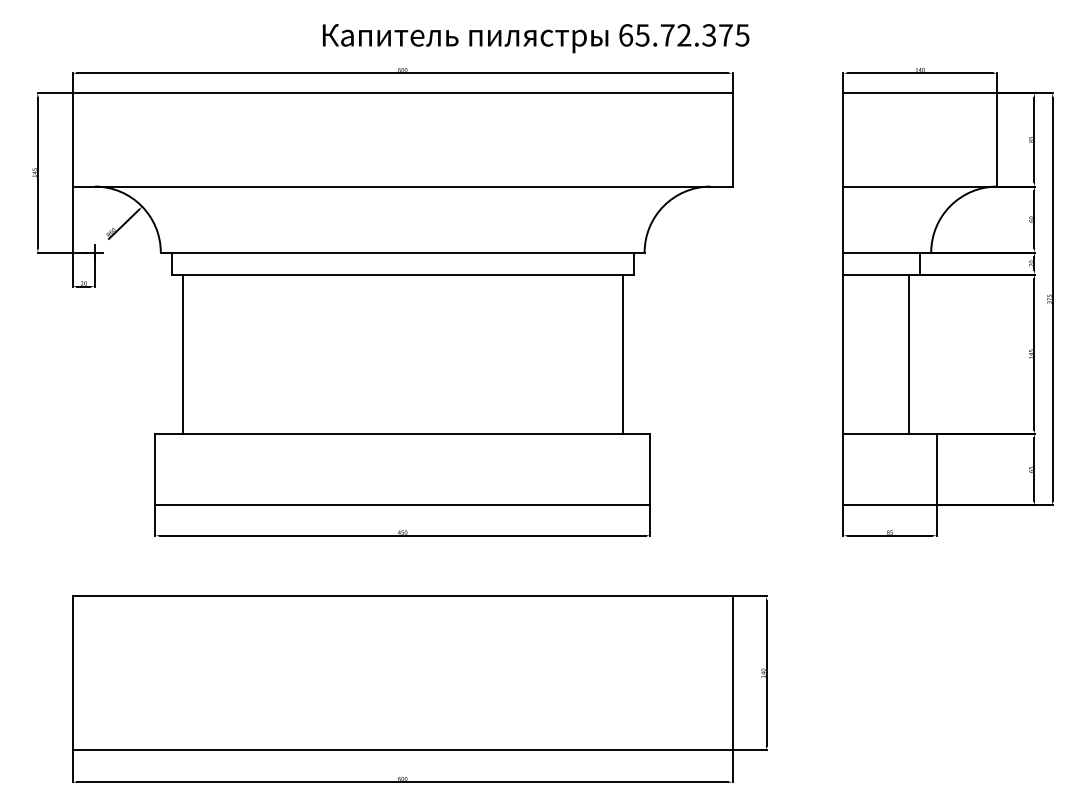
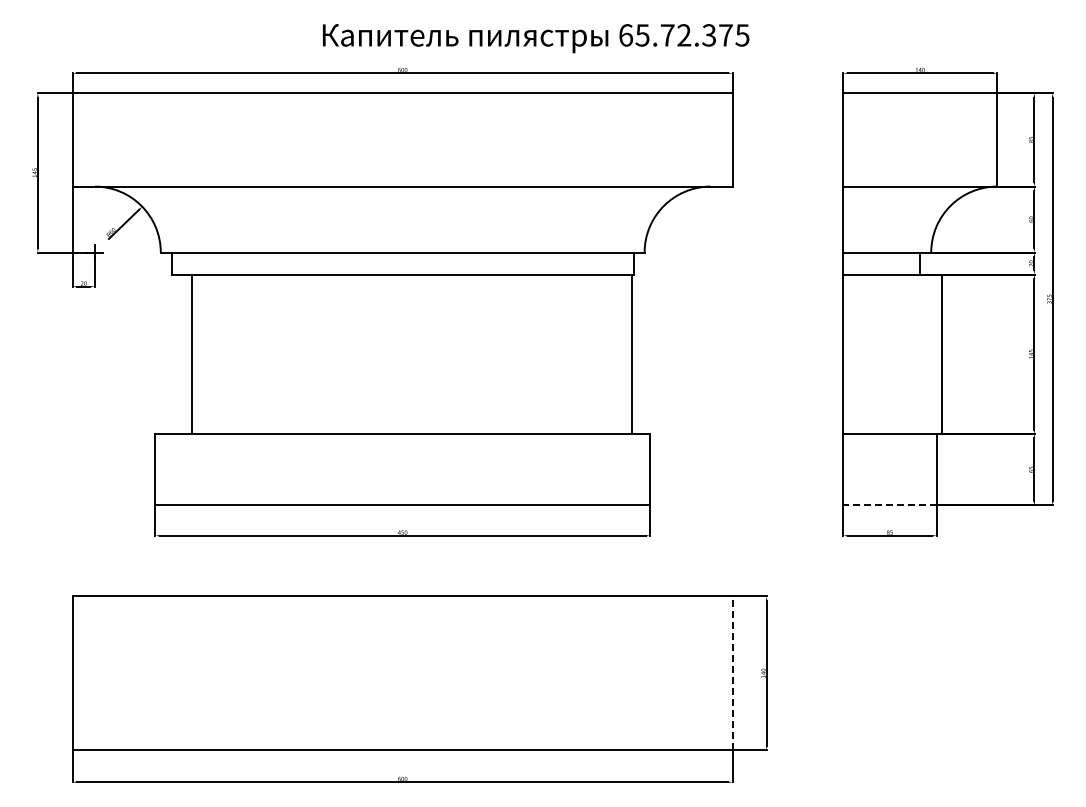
line at (182, 354) position: (182, 354) -> (191, 354)
line at (622, 354) position: (622, 354) -> (631, 354)
line at (909, 354) position: (909, 354) -> (942, 354)
line at (889, 505): solid -> dashed
line at (732, 673): solid -> dashed
